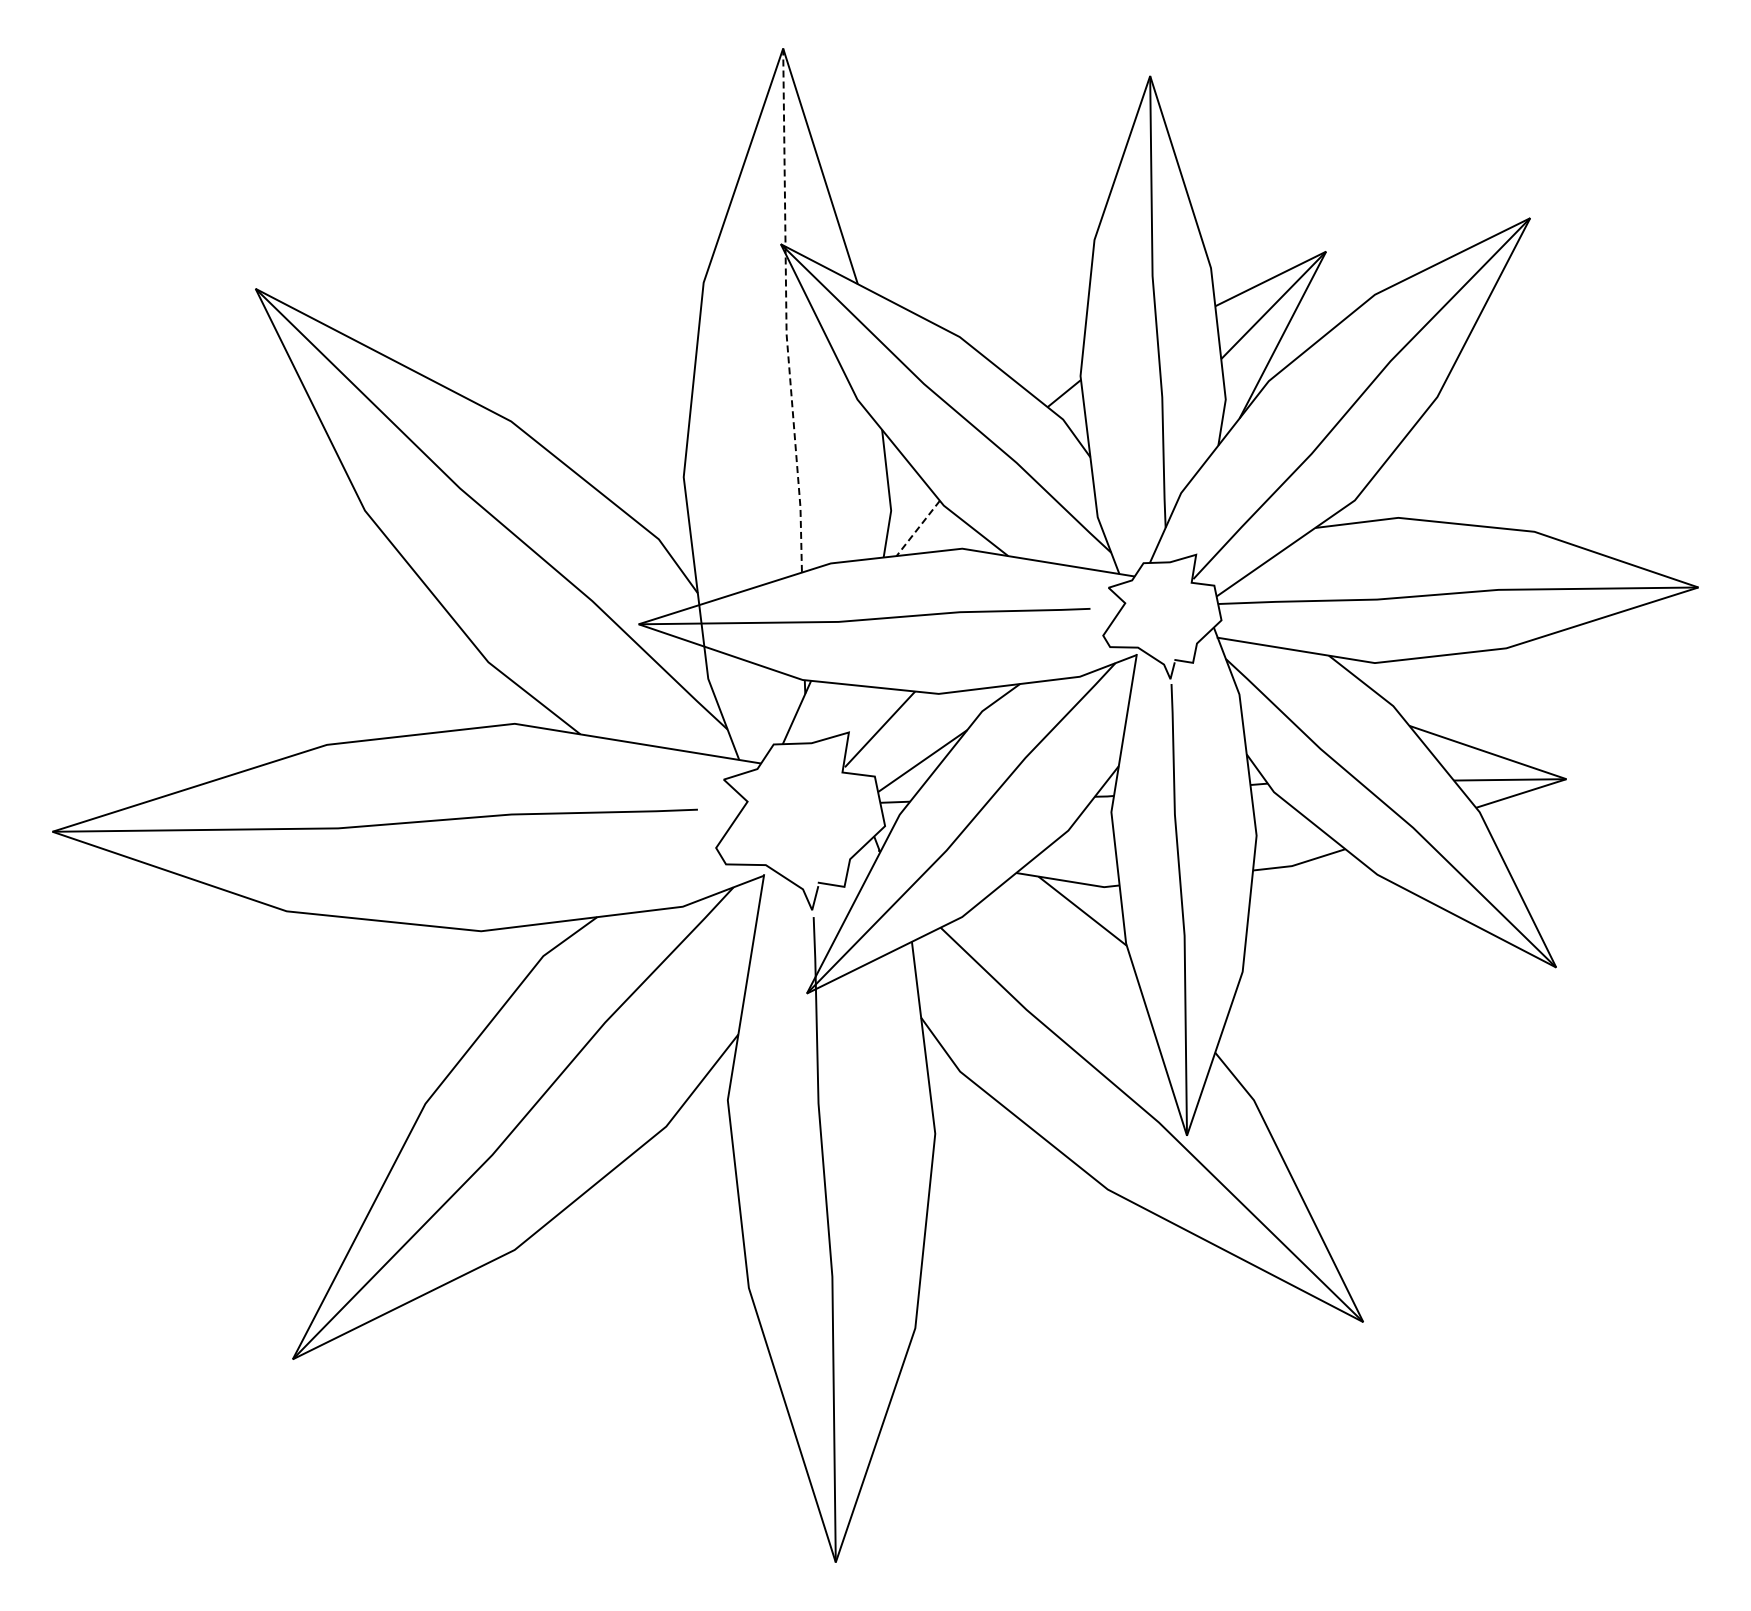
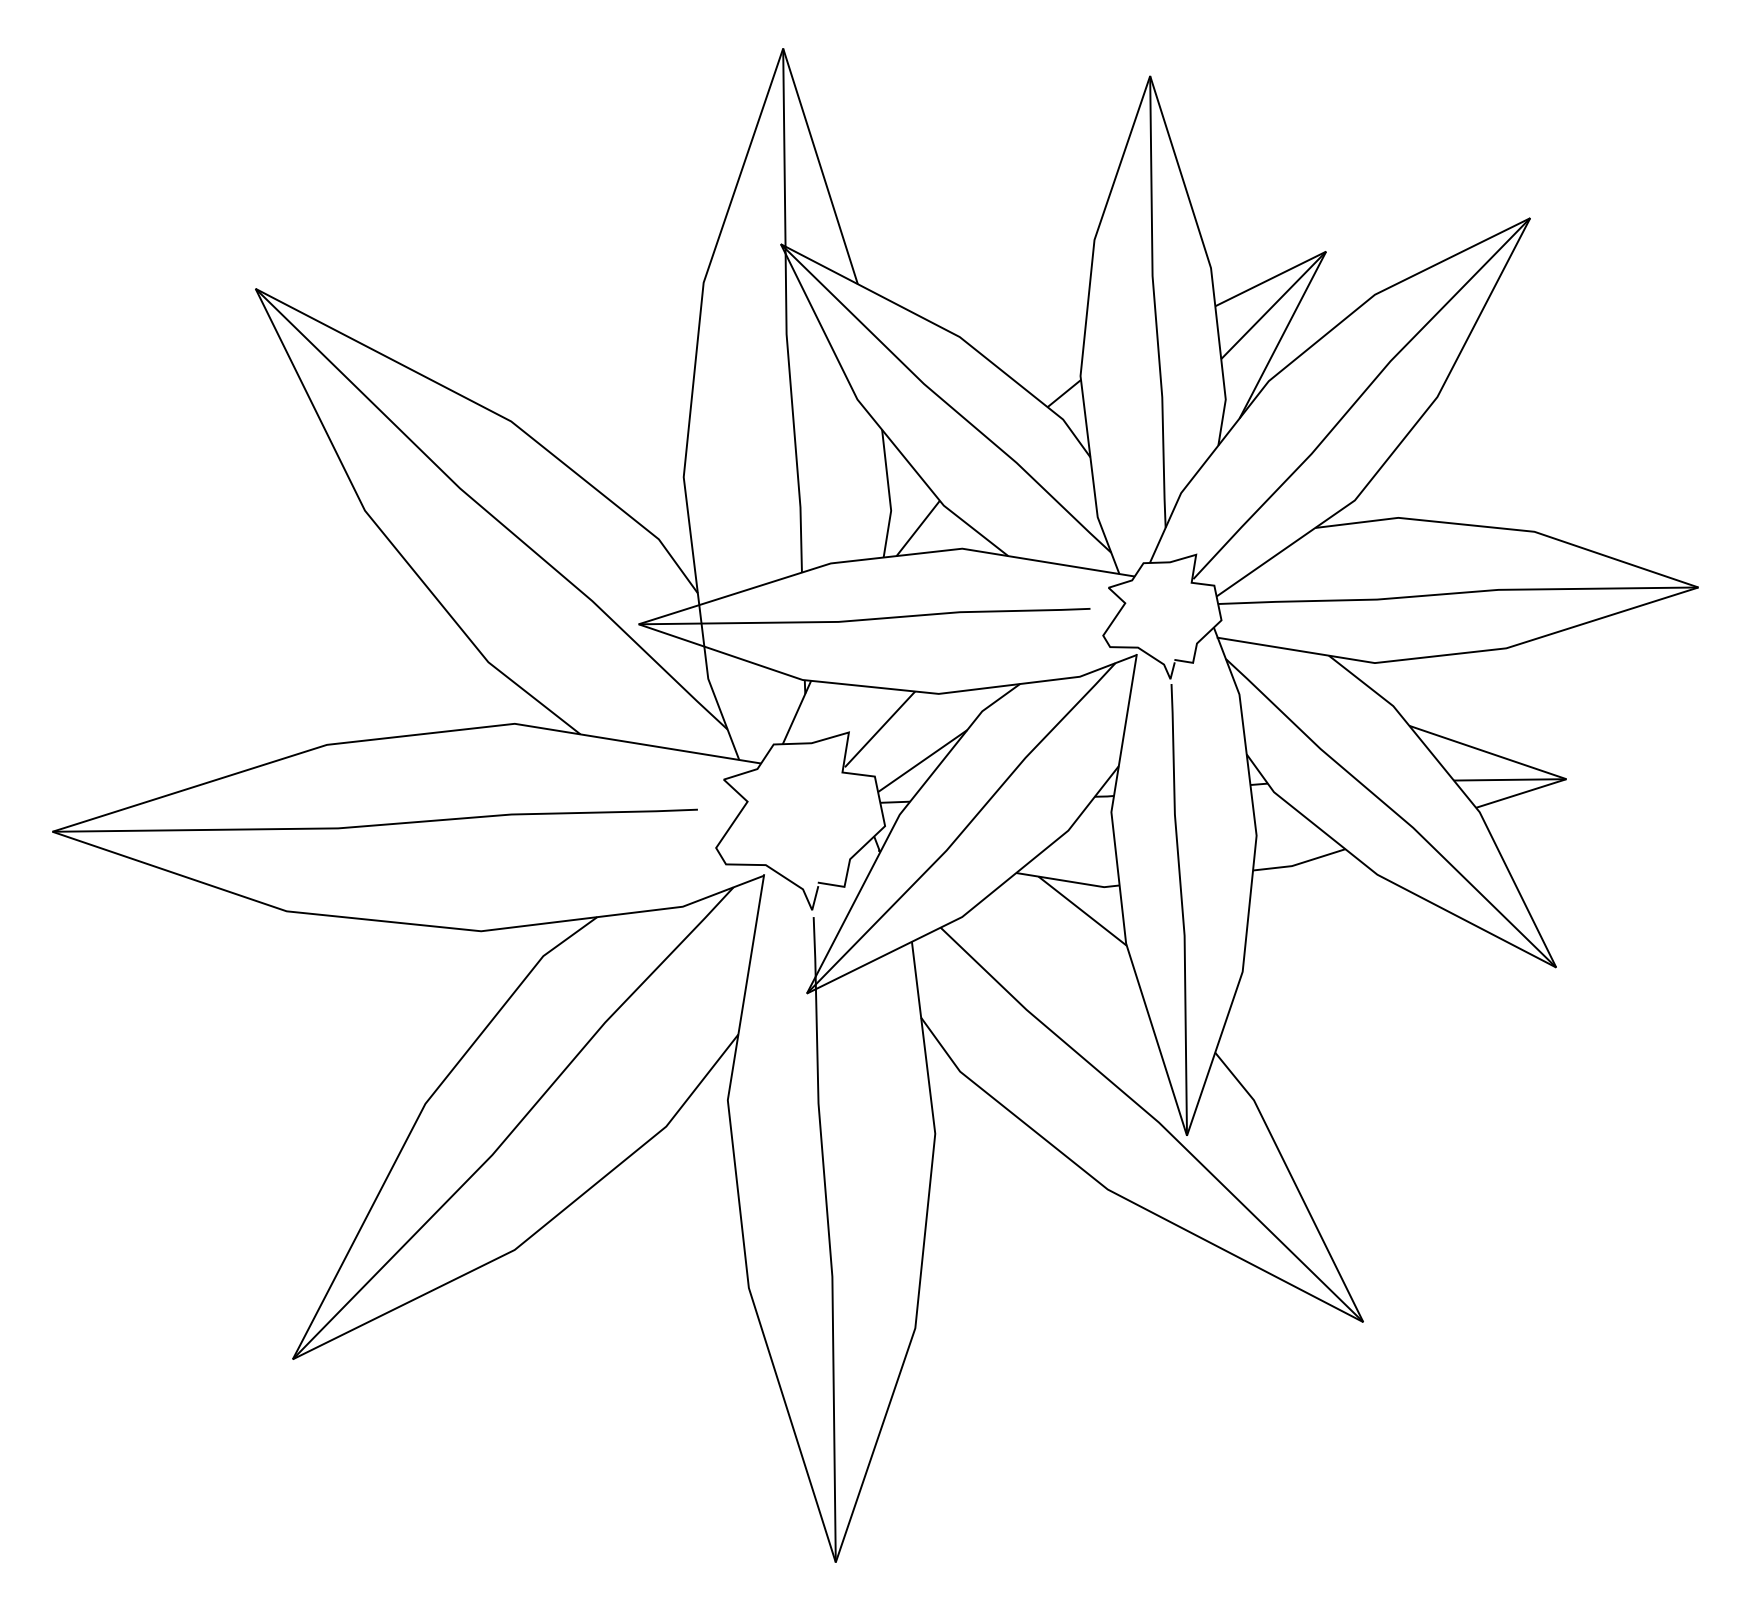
line at (786, 312): dashed -> solid
line at (917, 528): dashed -> solid
